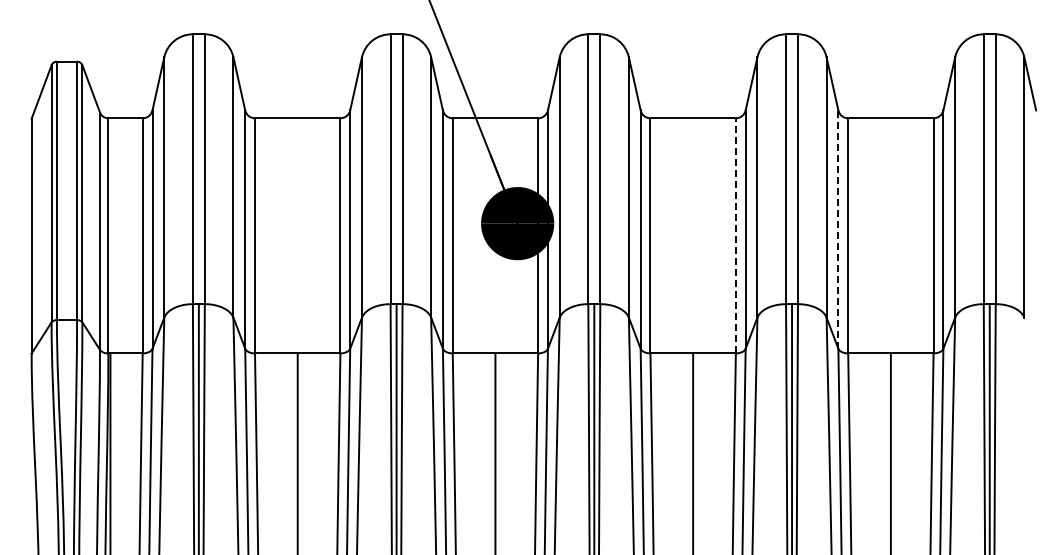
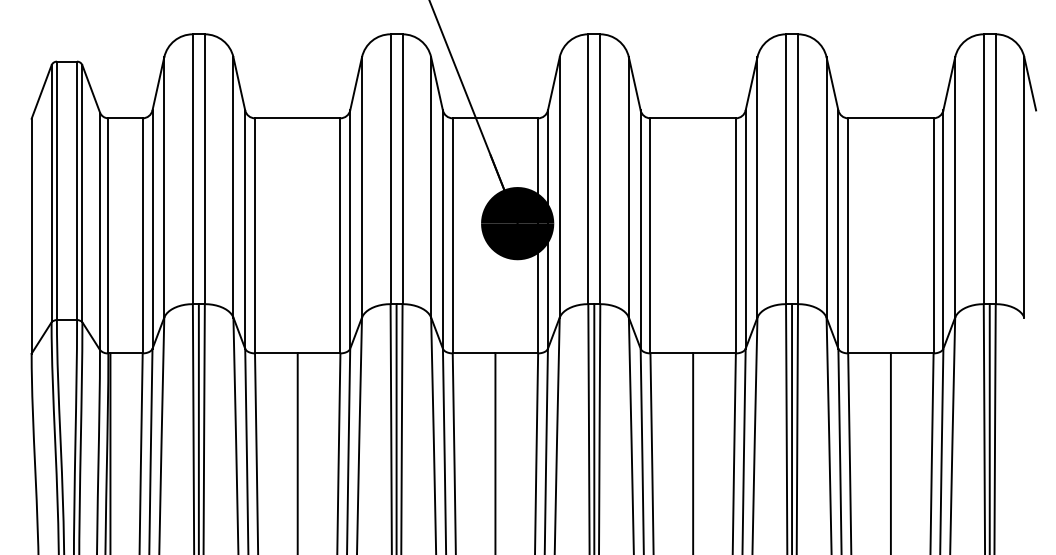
line at (838, 229): dashed -> solid
line at (735, 235): dashed -> solid
